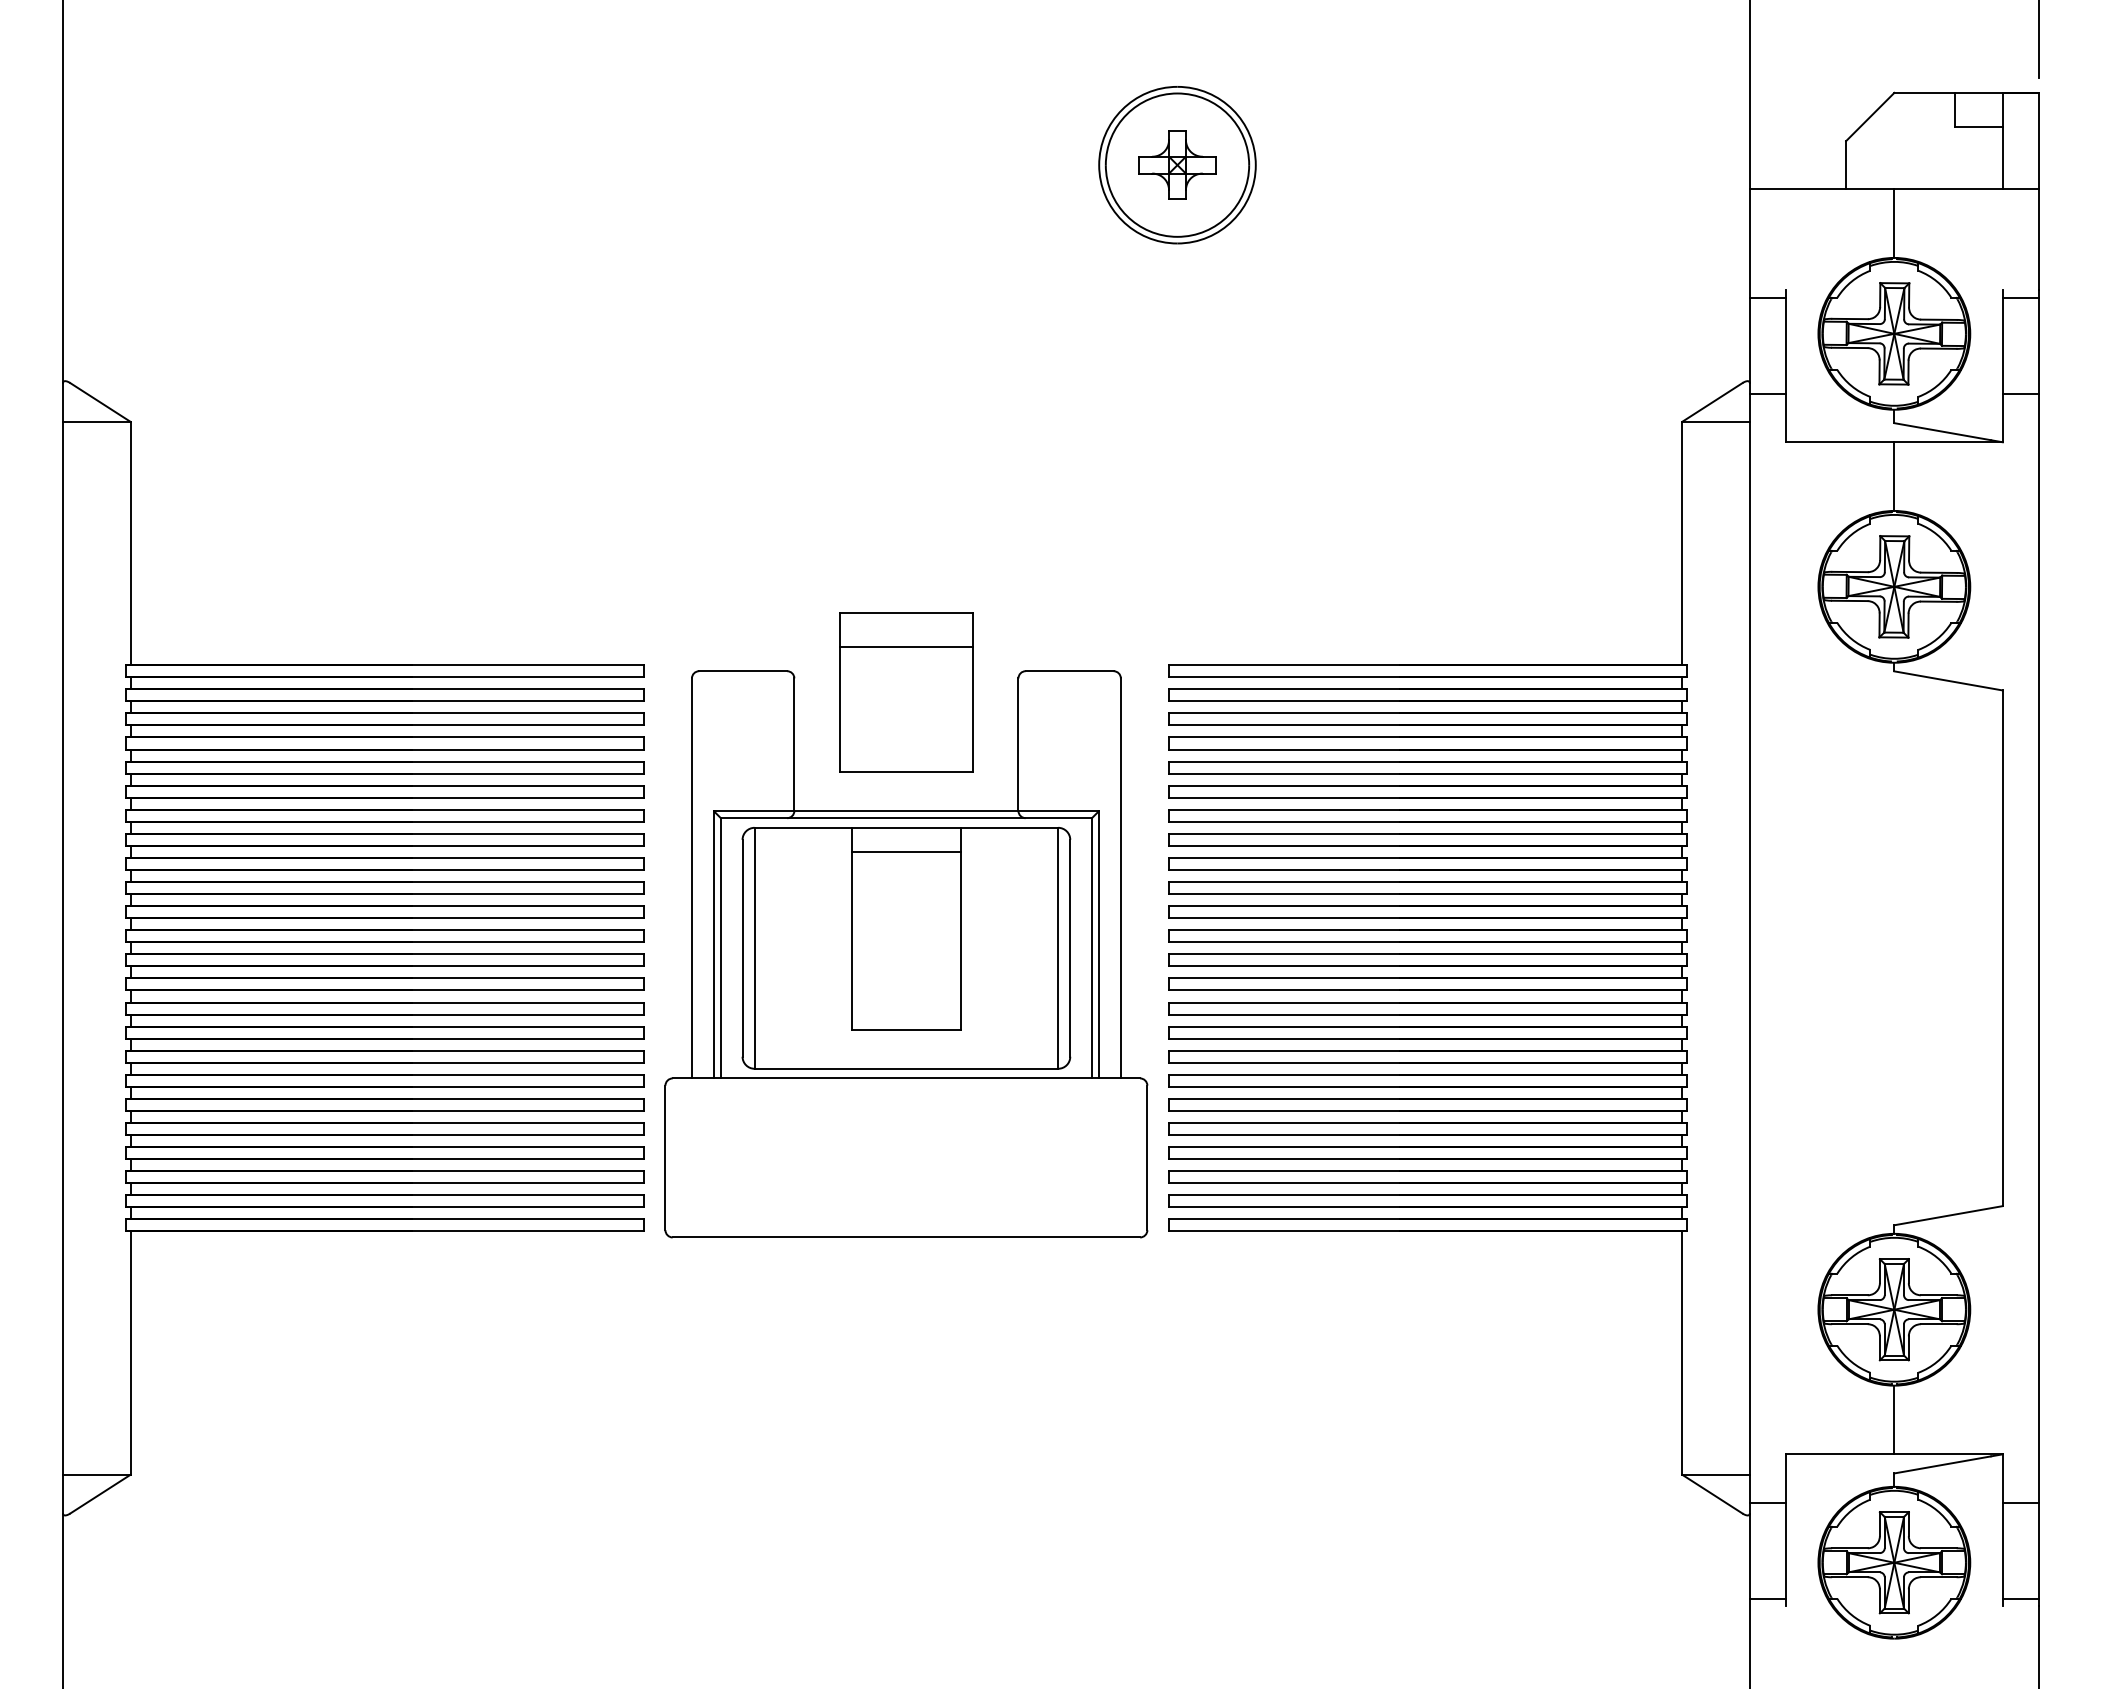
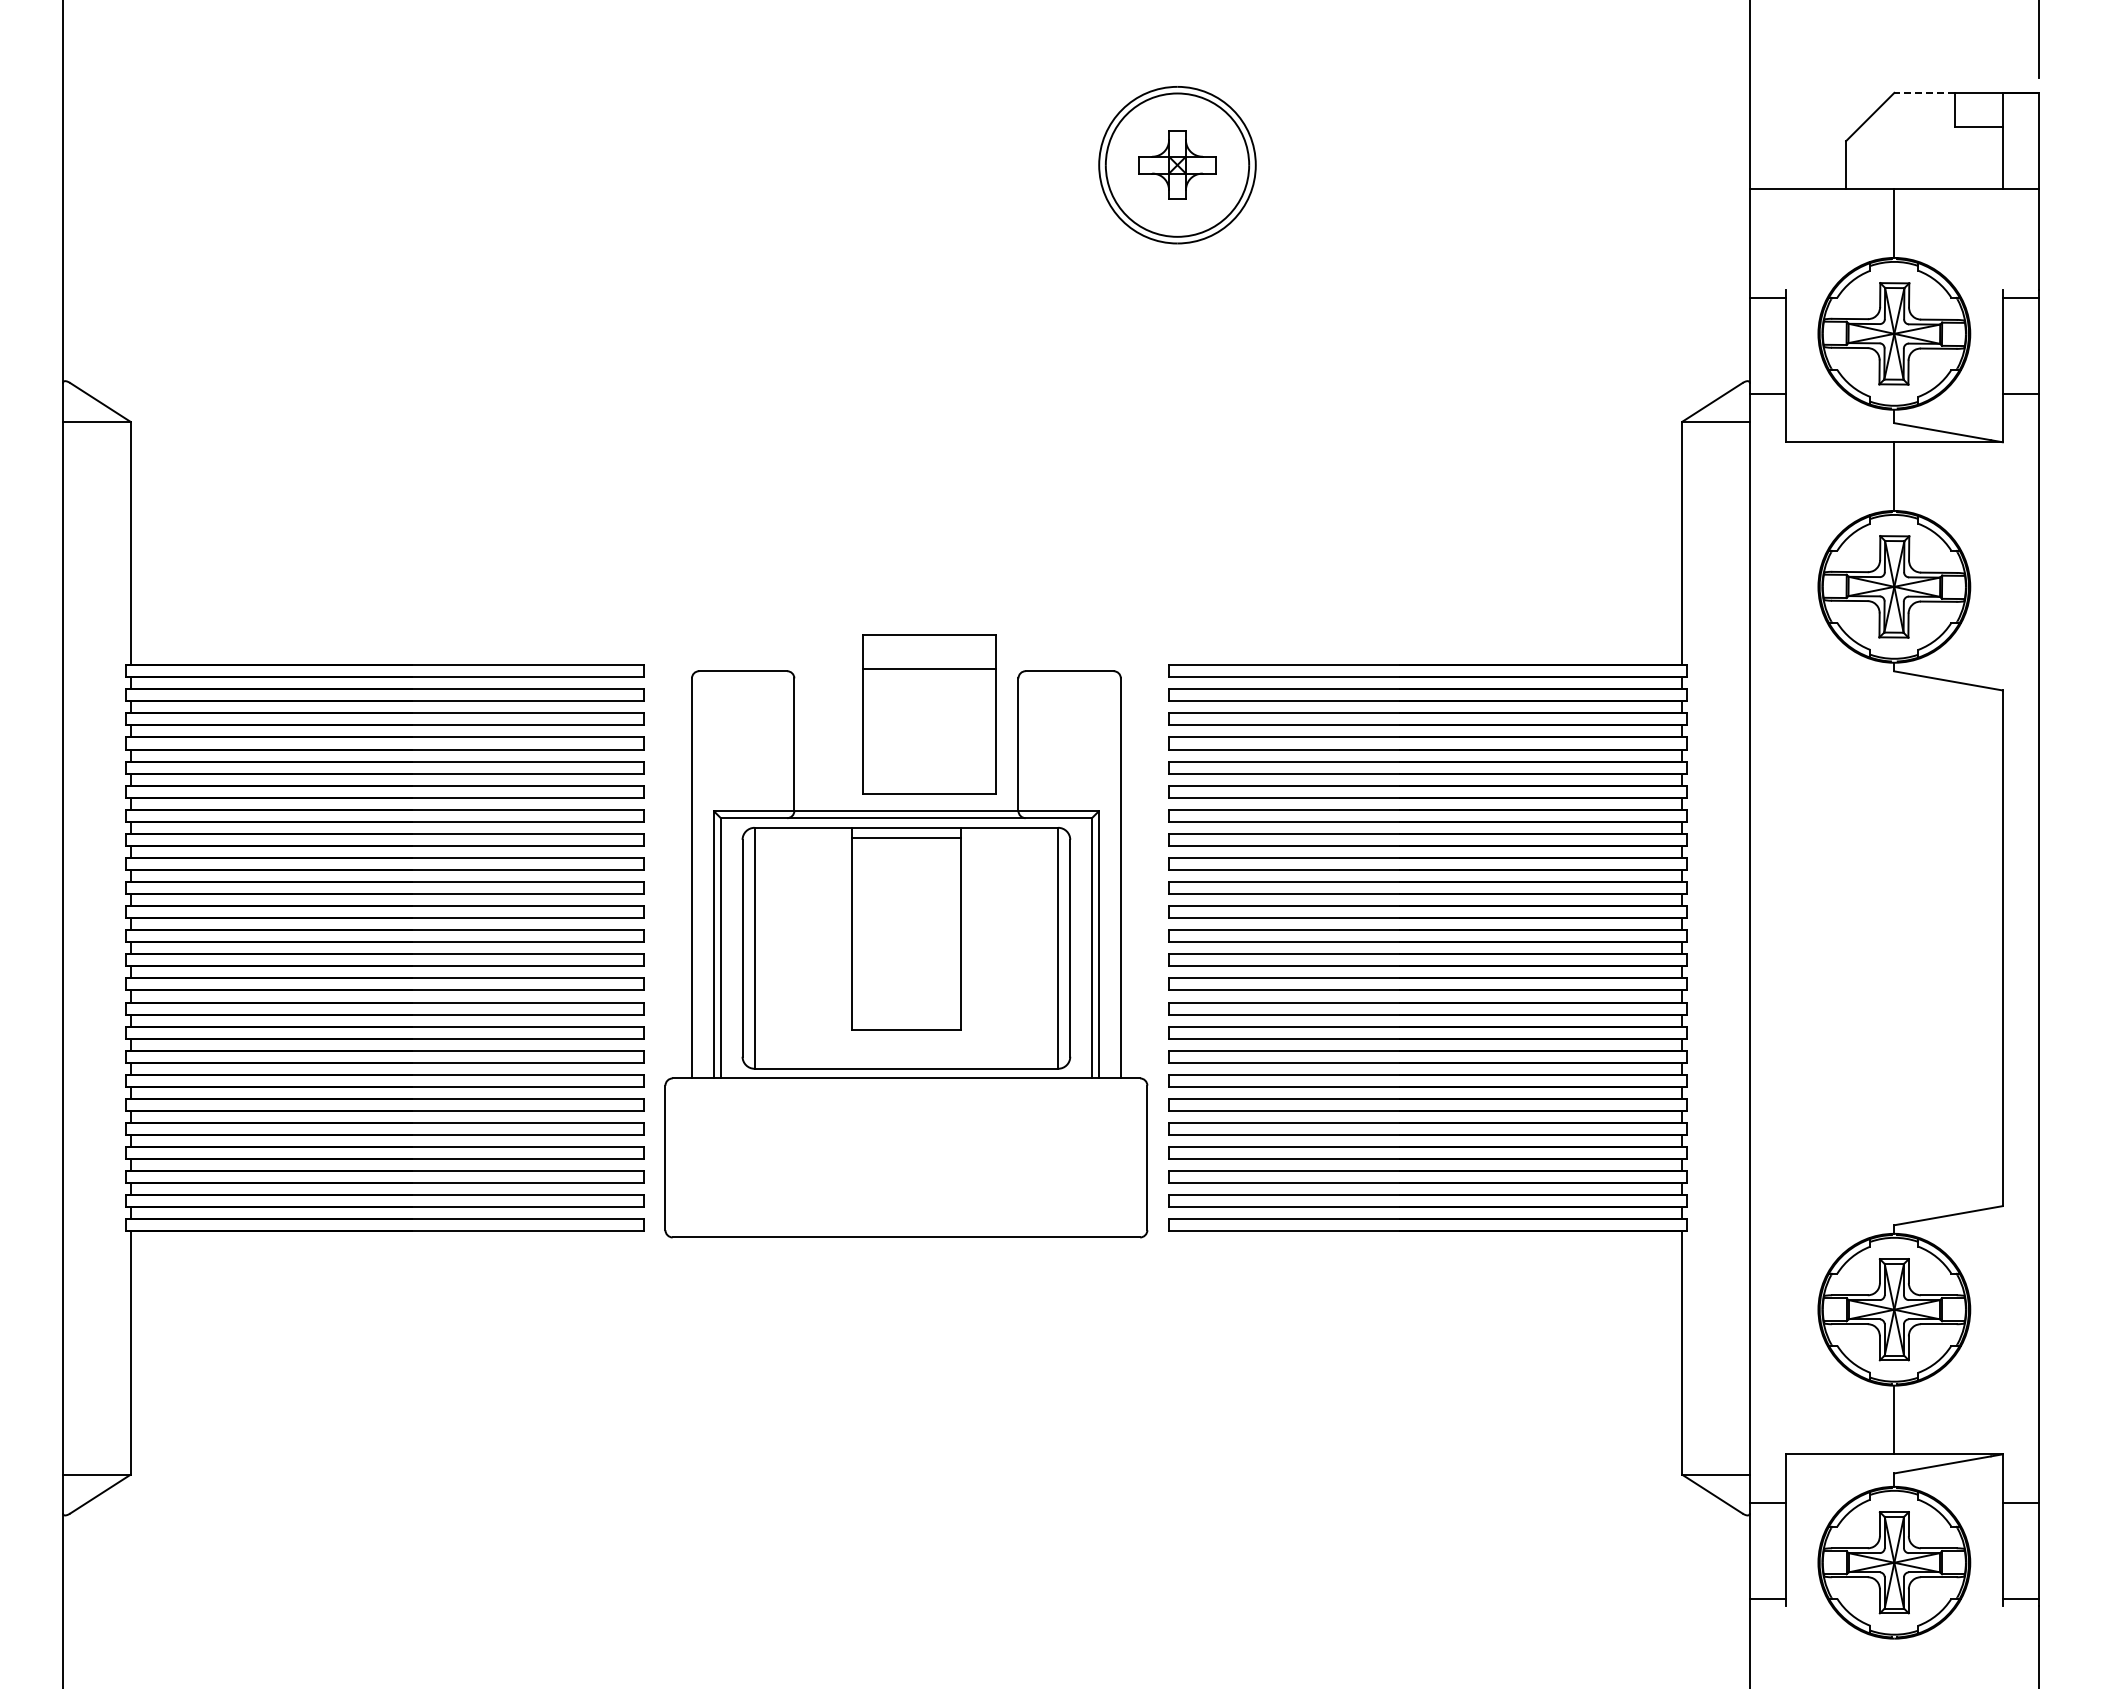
line at (1923, 92): solid -> dashed
part at (906, 692) position: (906, 692) -> (929, 714)
line at (906, 851) position: (906, 851) -> (906, 837)
